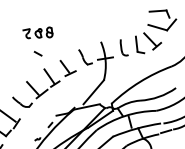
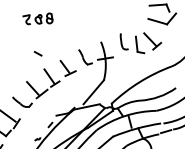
part at (168, 18) position: (168, 18) -> (168, 12)
part at (37, 32) position: (37, 32) -> (37, 18)
part at (123, 47) position: (123, 47) -> (123, 41)
